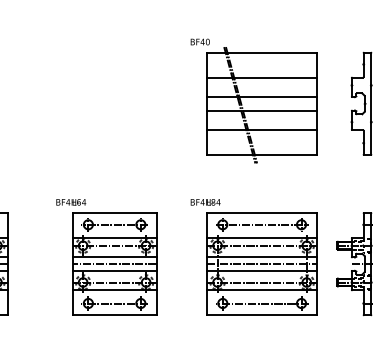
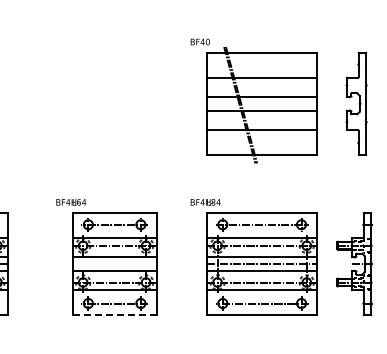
part at (361, 103) position: (361, 103) -> (356, 103)
line at (114, 264): present -> none
line at (114, 315): solid -> dashed
